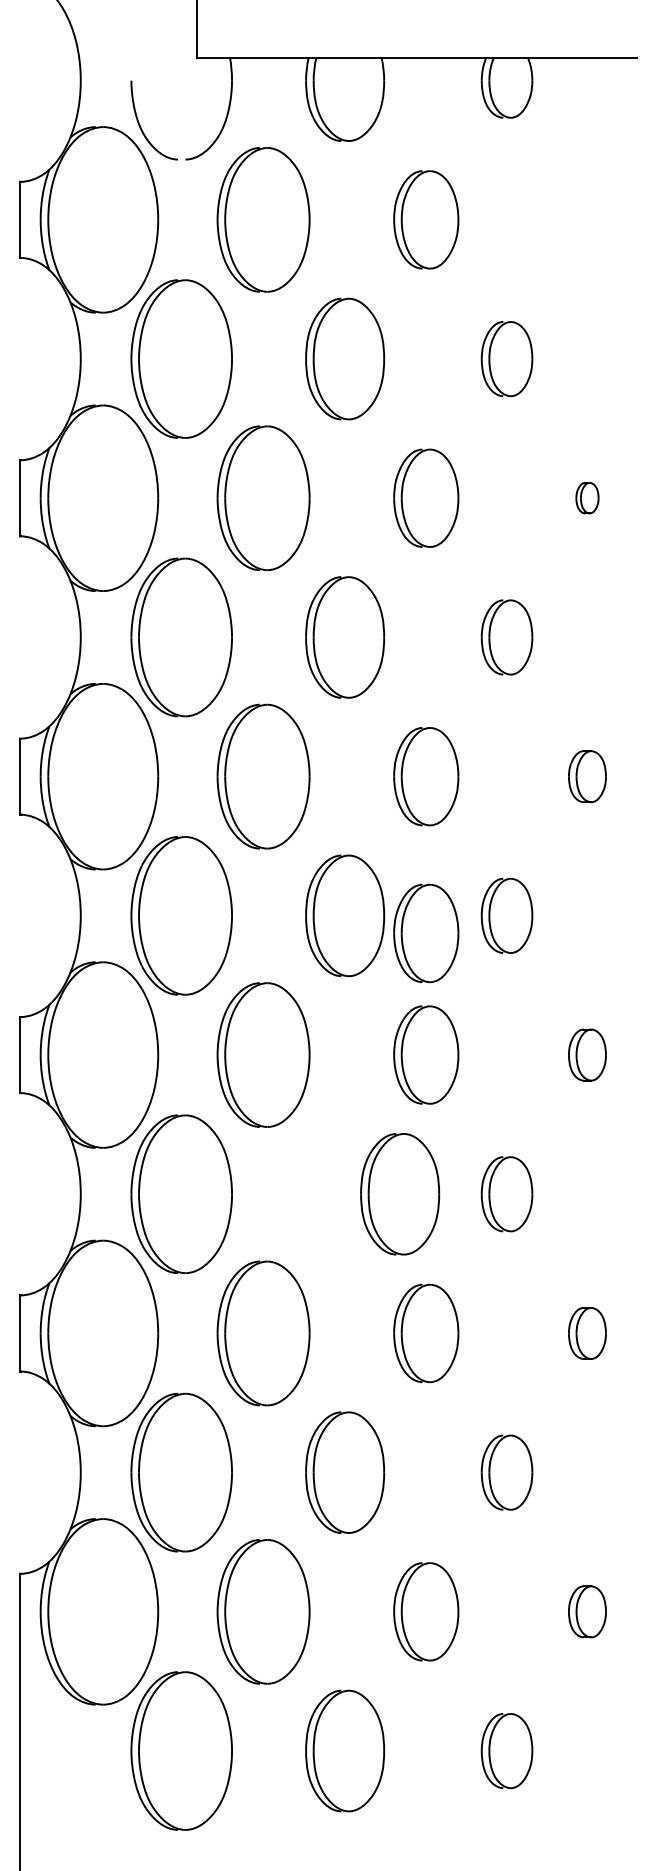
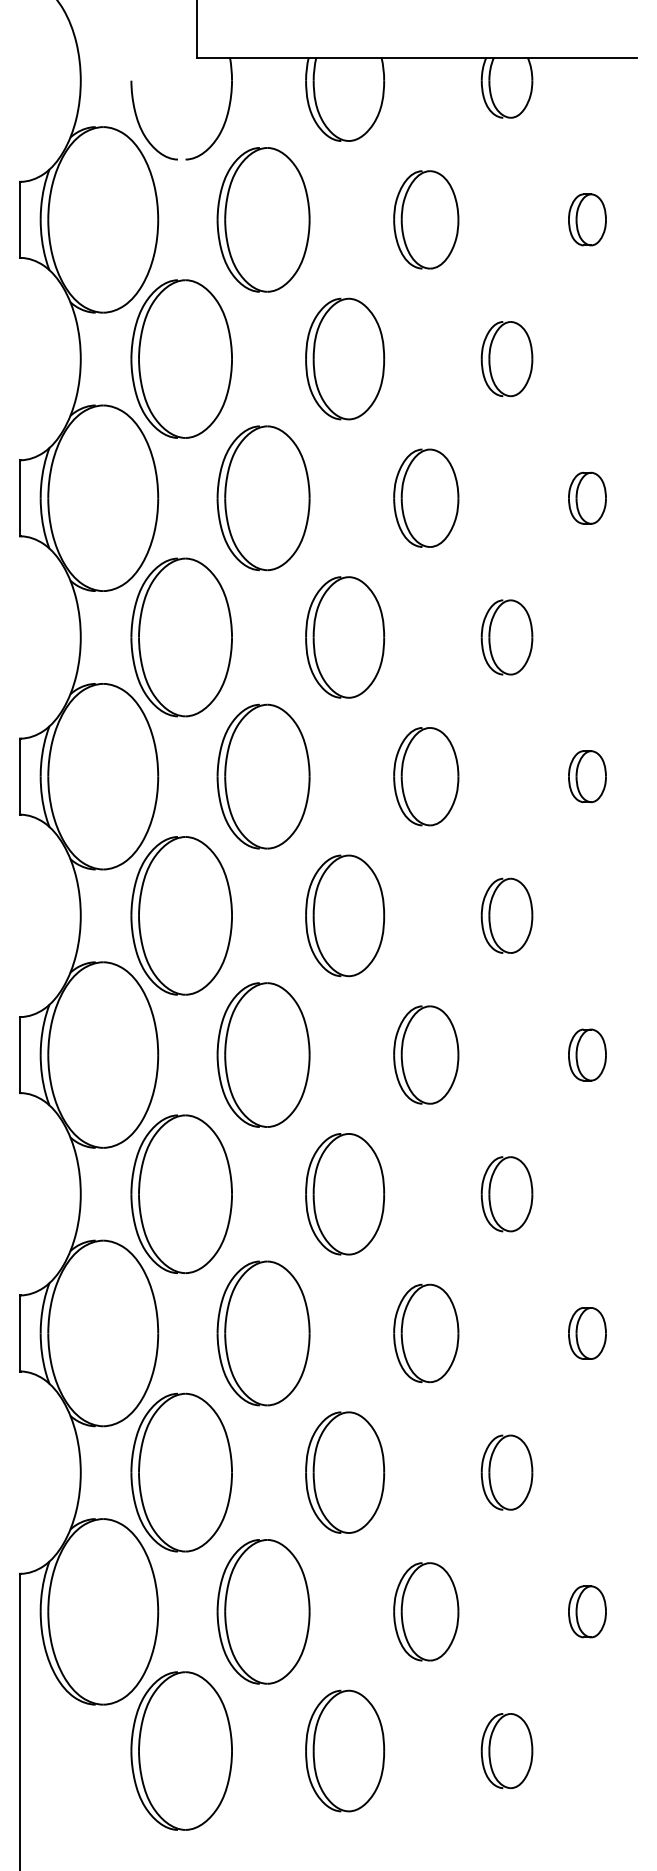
part at (587, 219): none -> present
part at (587, 498) size: 25x33 px -> 39x54 px
part at (426, 933): present -> none
part at (400, 1194) position: (400, 1194) -> (345, 1194)
